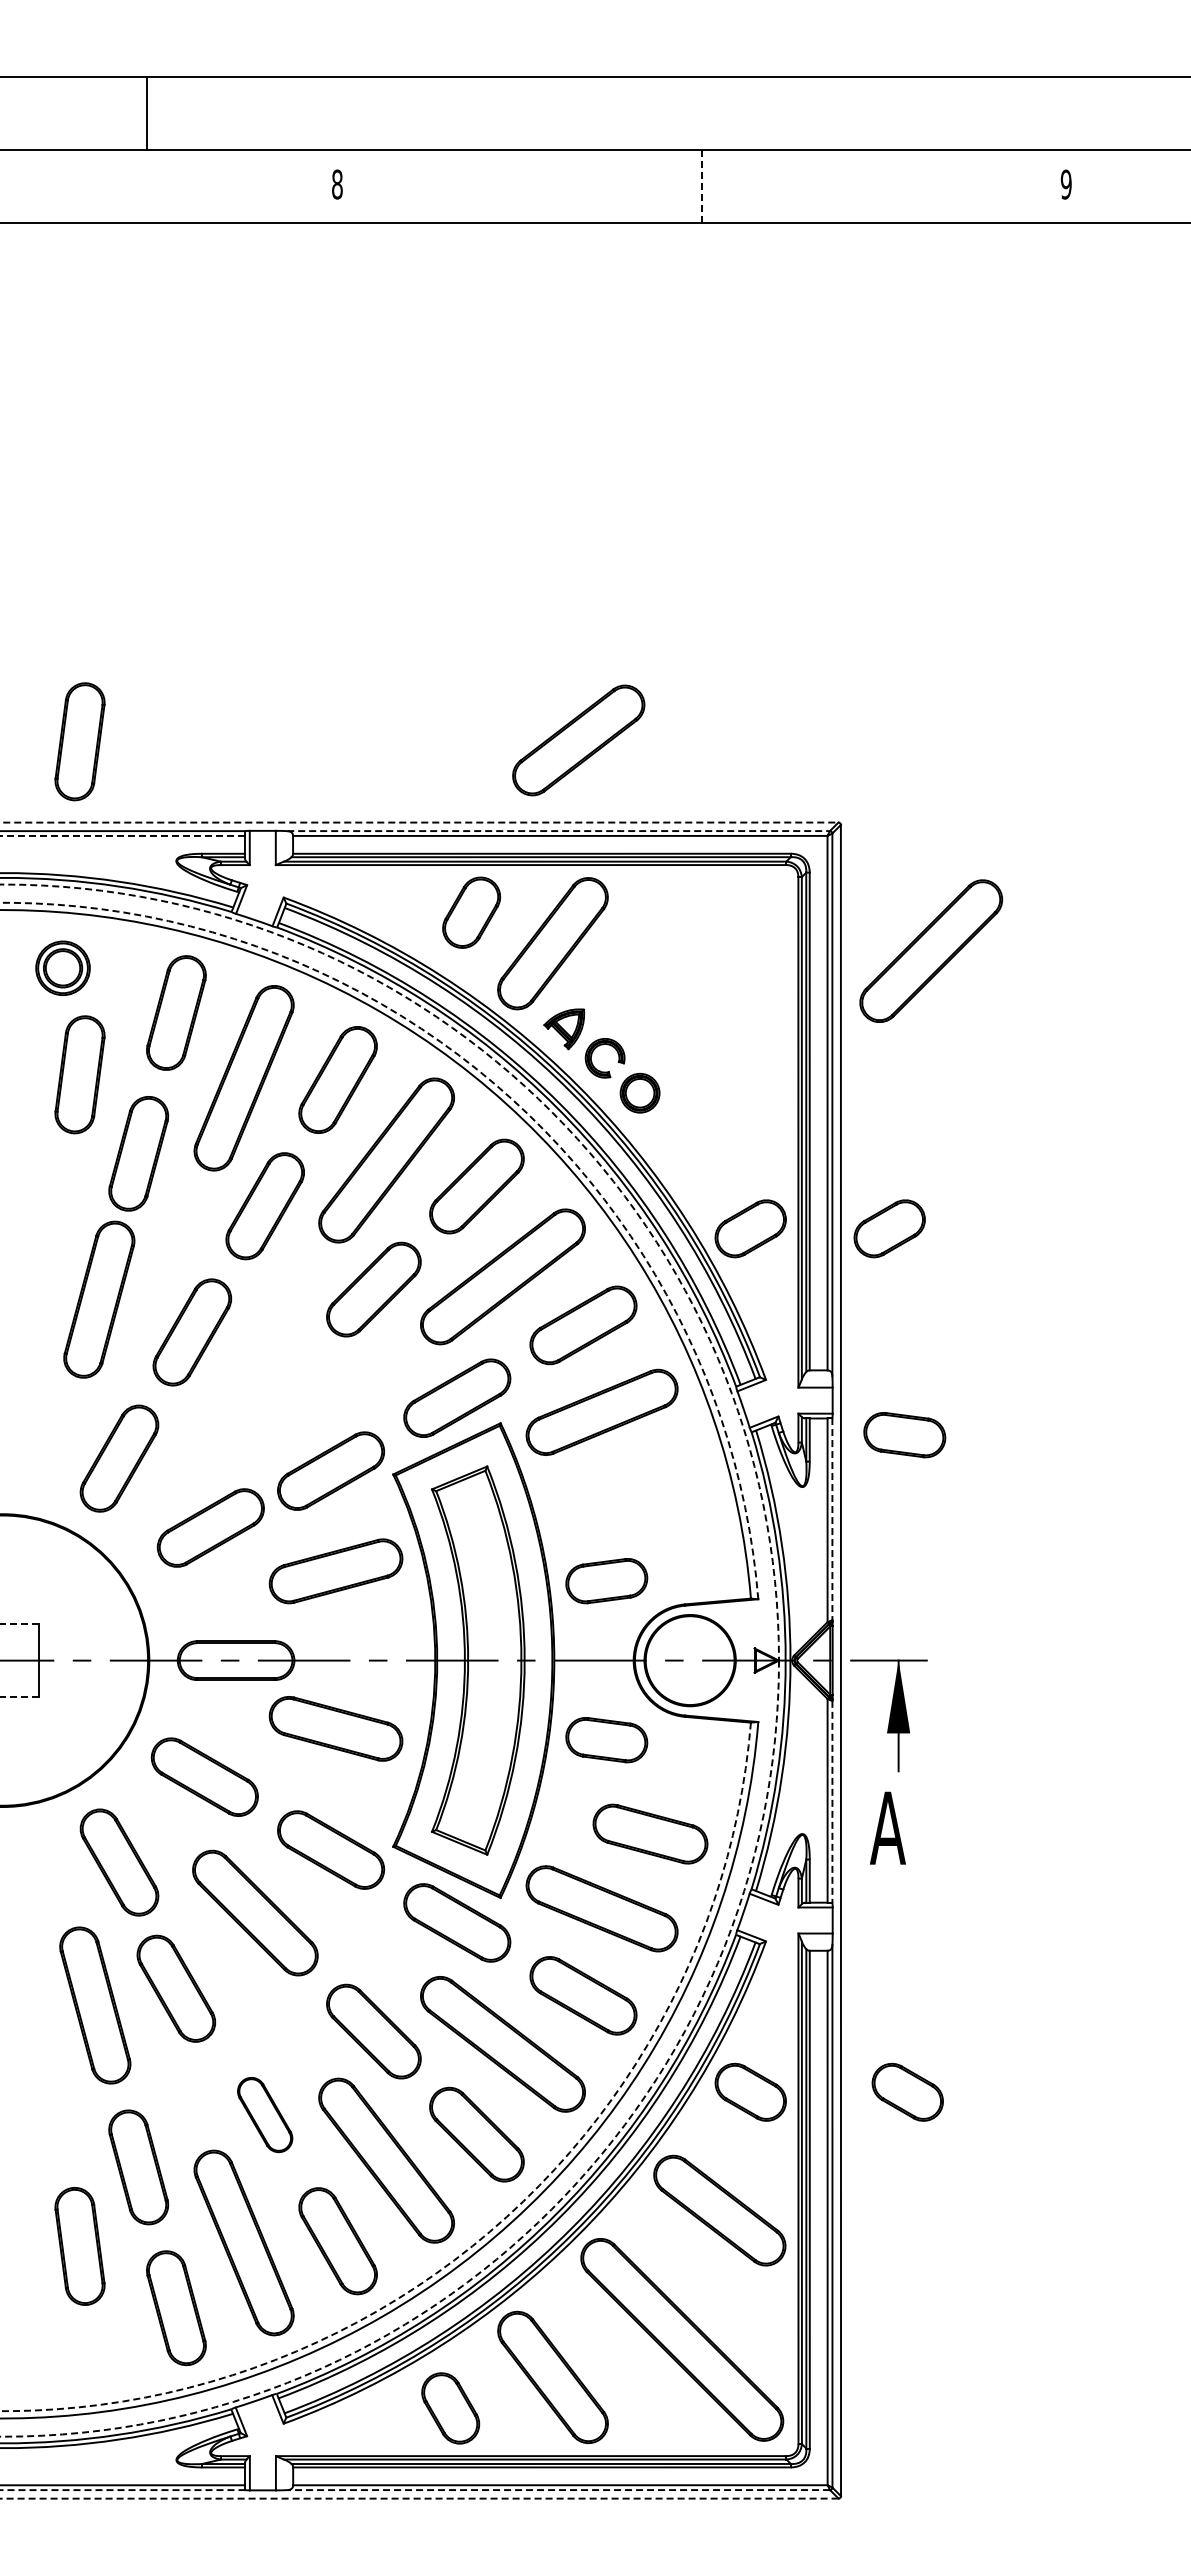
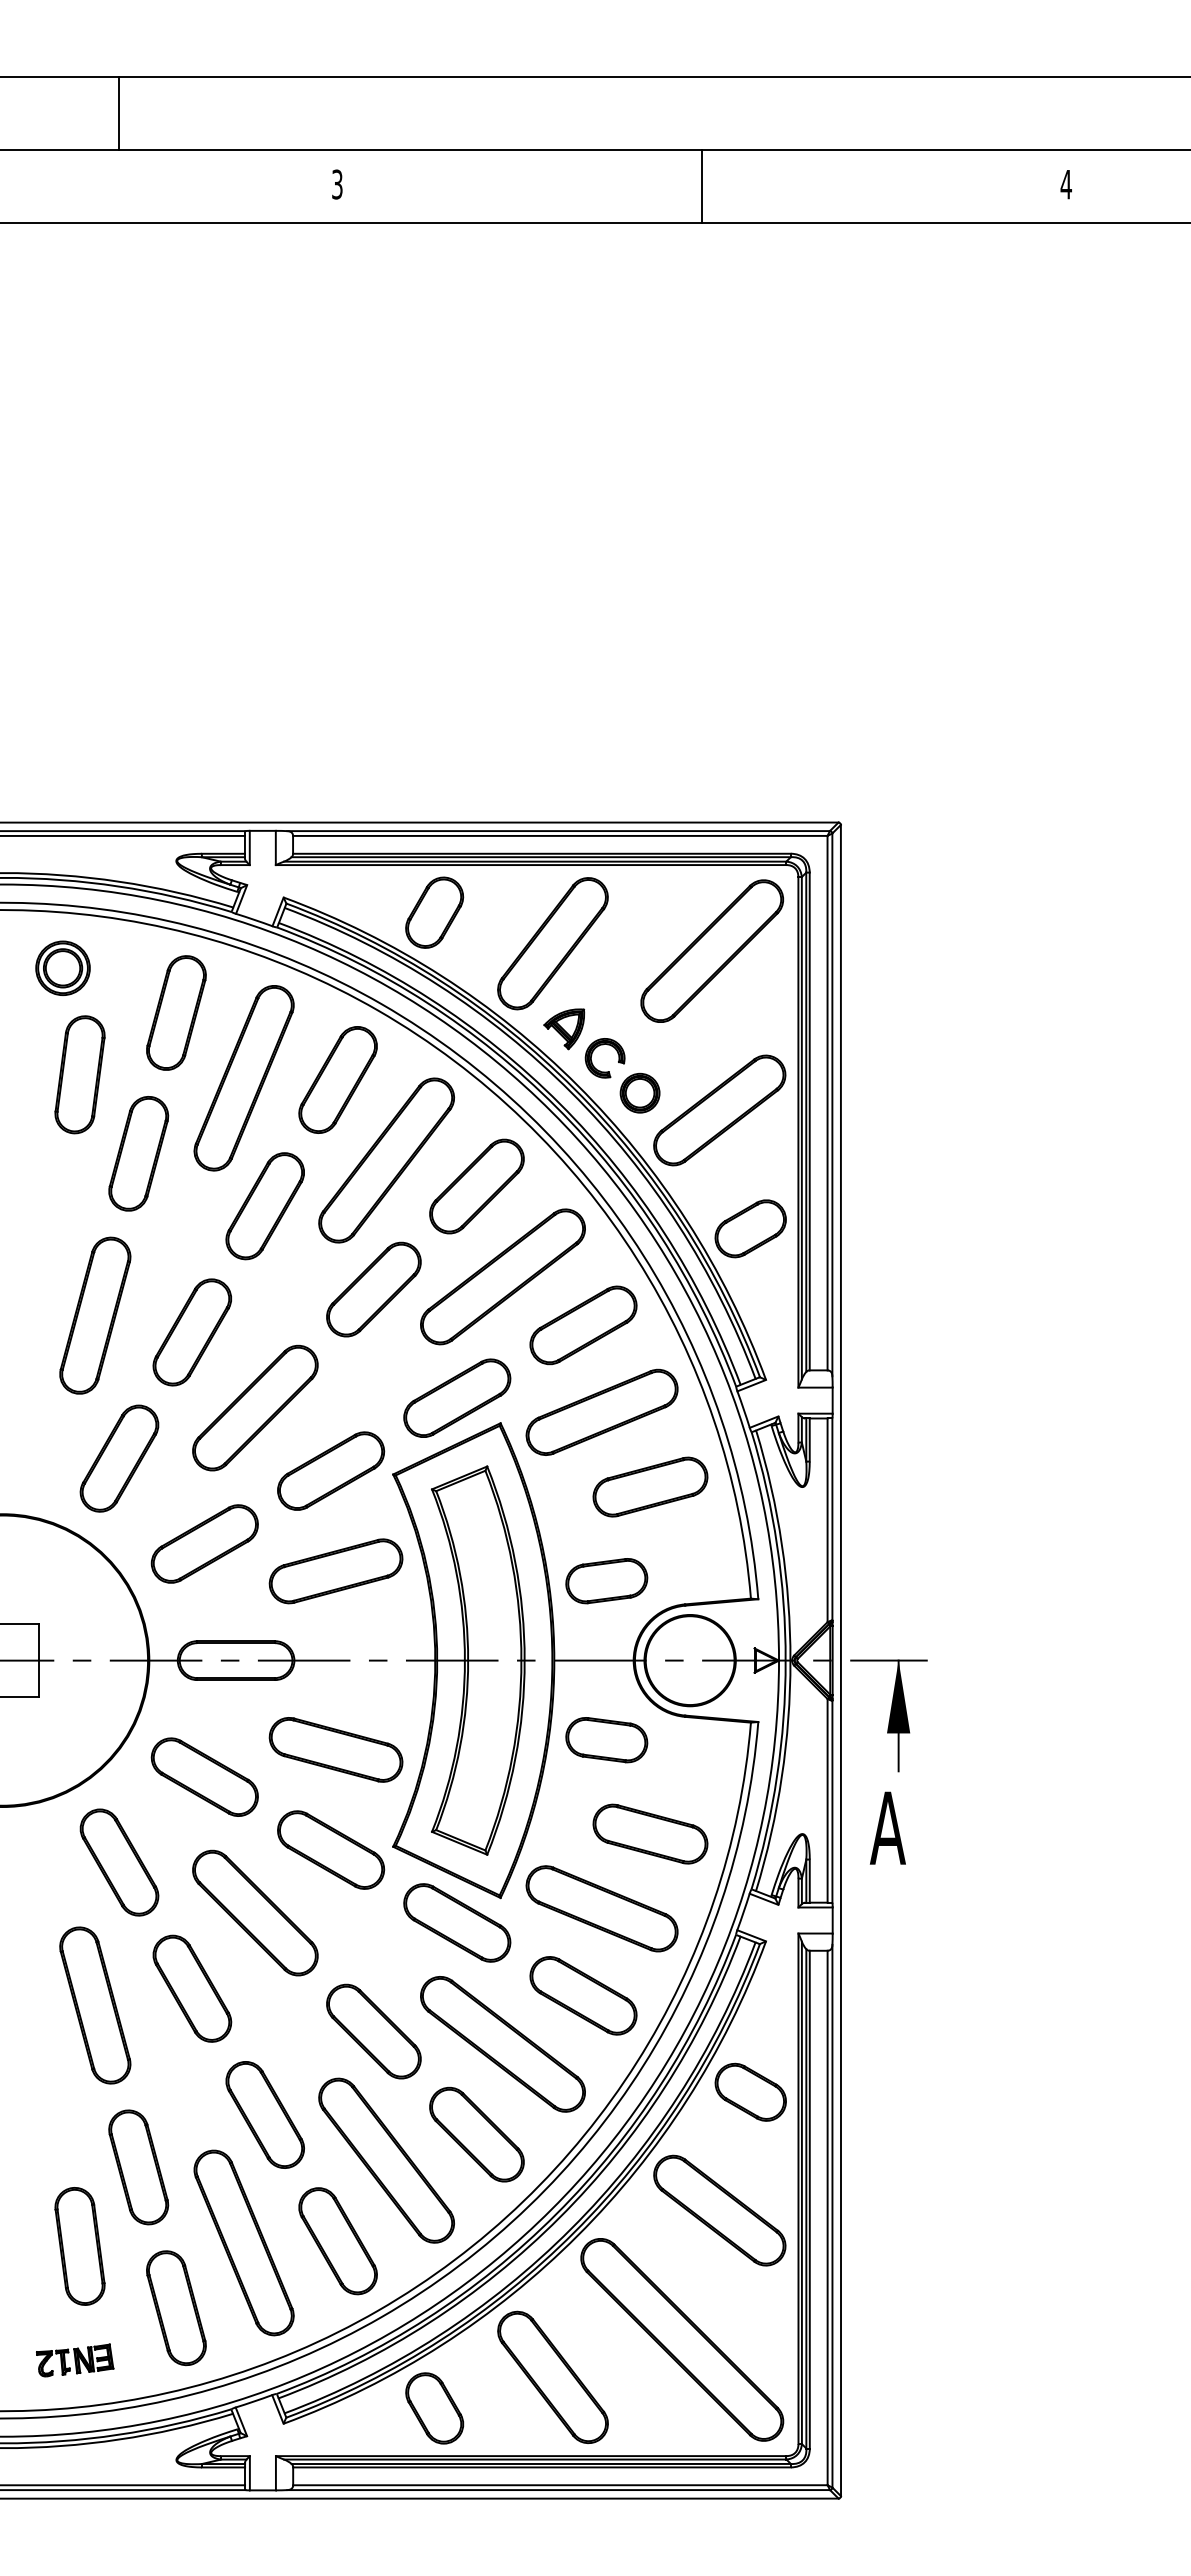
line at (146, 113) position: (146, 113) -> (118, 113)
text at (337, 184): 8 -> 3
text at (1065, 184): 9 -> 4
line at (701, 187): dashed -> solid
part at (578, 740) position: (578, 740) -> (719, 1110)
part at (79, 741): present -> none
line at (419, 822): dashed -> solid
line at (559, 831): dashed -> solid
line at (122, 835): dashed -> solid
part at (471, 912) position: (471, 912) -> (434, 912)
part at (931, 950) position: (931, 950) -> (712, 950)
arc at (514, 1101): dashed -> solid
part at (889, 1228): present -> none
part at (99, 1299) position: (99, 1299) -> (95, 1315)
part at (255, 1407): none -> present
part at (904, 1435): present -> none
part at (650, 1486): none -> present
line at (832, 1519): dashed -> solid
part at (210, 1527) position: (210, 1527) -> (204, 1543)
line at (19, 1624): dashed -> solid
circle at (389, 1660): dashed -> solid
line at (20, 1697): dashed -> solid
part at (335, 1728) position: (335, 1728) -> (335, 1749)
line at (832, 1802): dashed -> solid
part at (176, 1988) position: (176, 1988) -> (192, 1988)
part at (907, 2091): present -> none
part at (265, 2114) size: 57x76 px -> 80x108 px
arc at (510, 2213): dashed -> solid
part at (75, 2360): none -> present
part at (450, 2408) position: (450, 2408) -> (434, 2408)
line at (122, 2490): dashed -> solid
line at (558, 2490): dashed -> solid
line at (419, 2498): dashed -> solid
